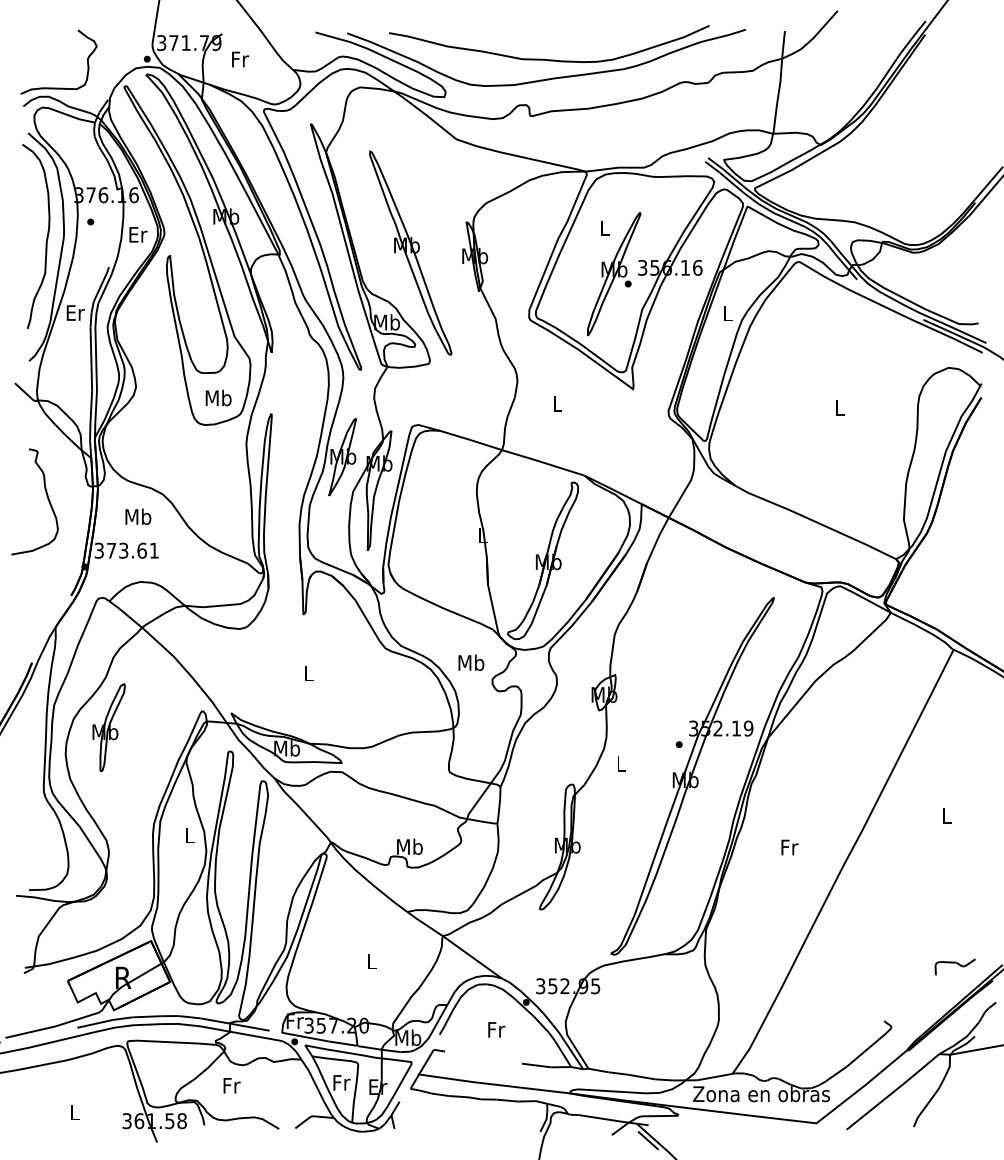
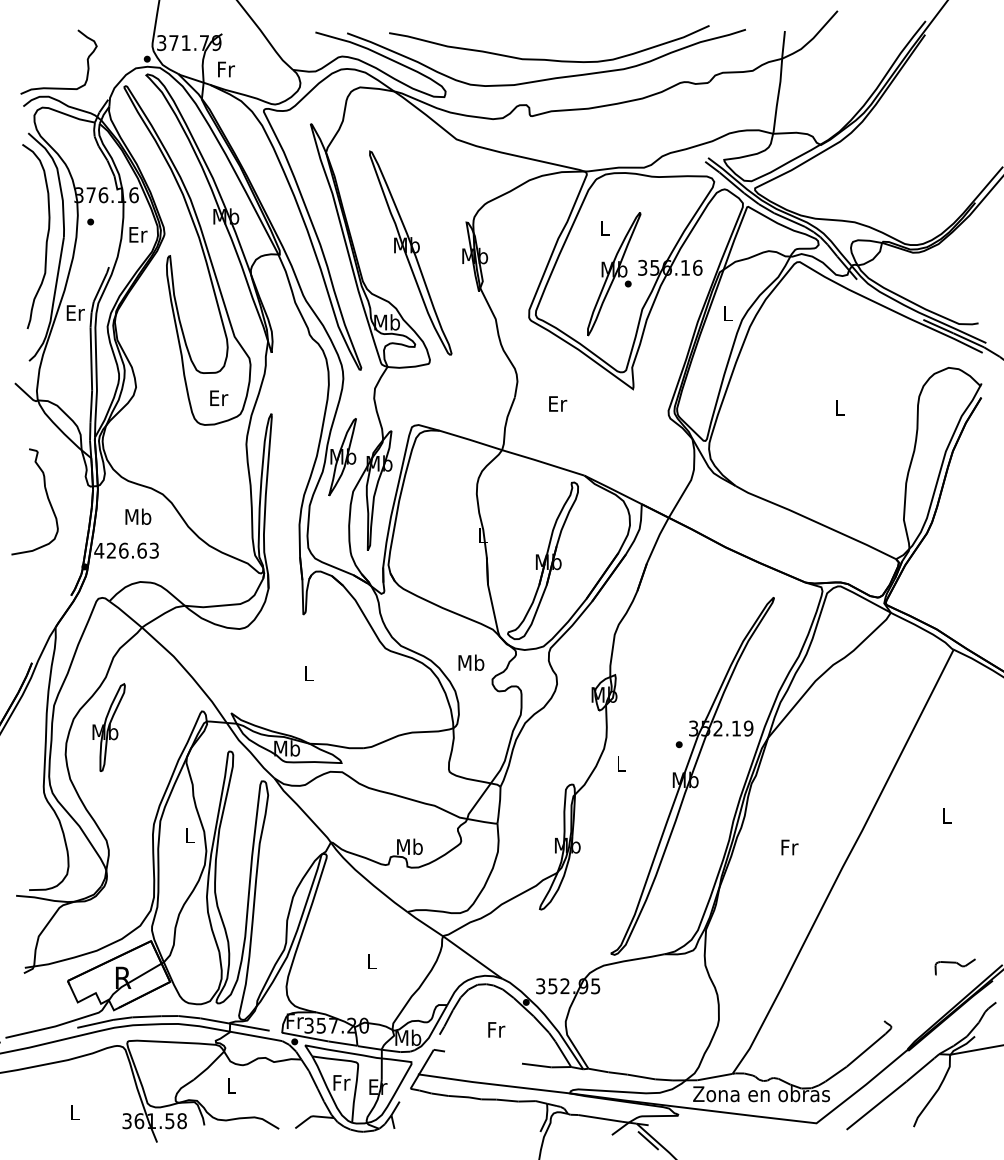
text at (240, 59) position: (240, 59) -> (226, 69)
text at (218, 397): Mb -> Er
text at (558, 403): L -> Er
text at (126, 550): 373.61 -> 426.63
text at (231, 1085): Fr -> L
